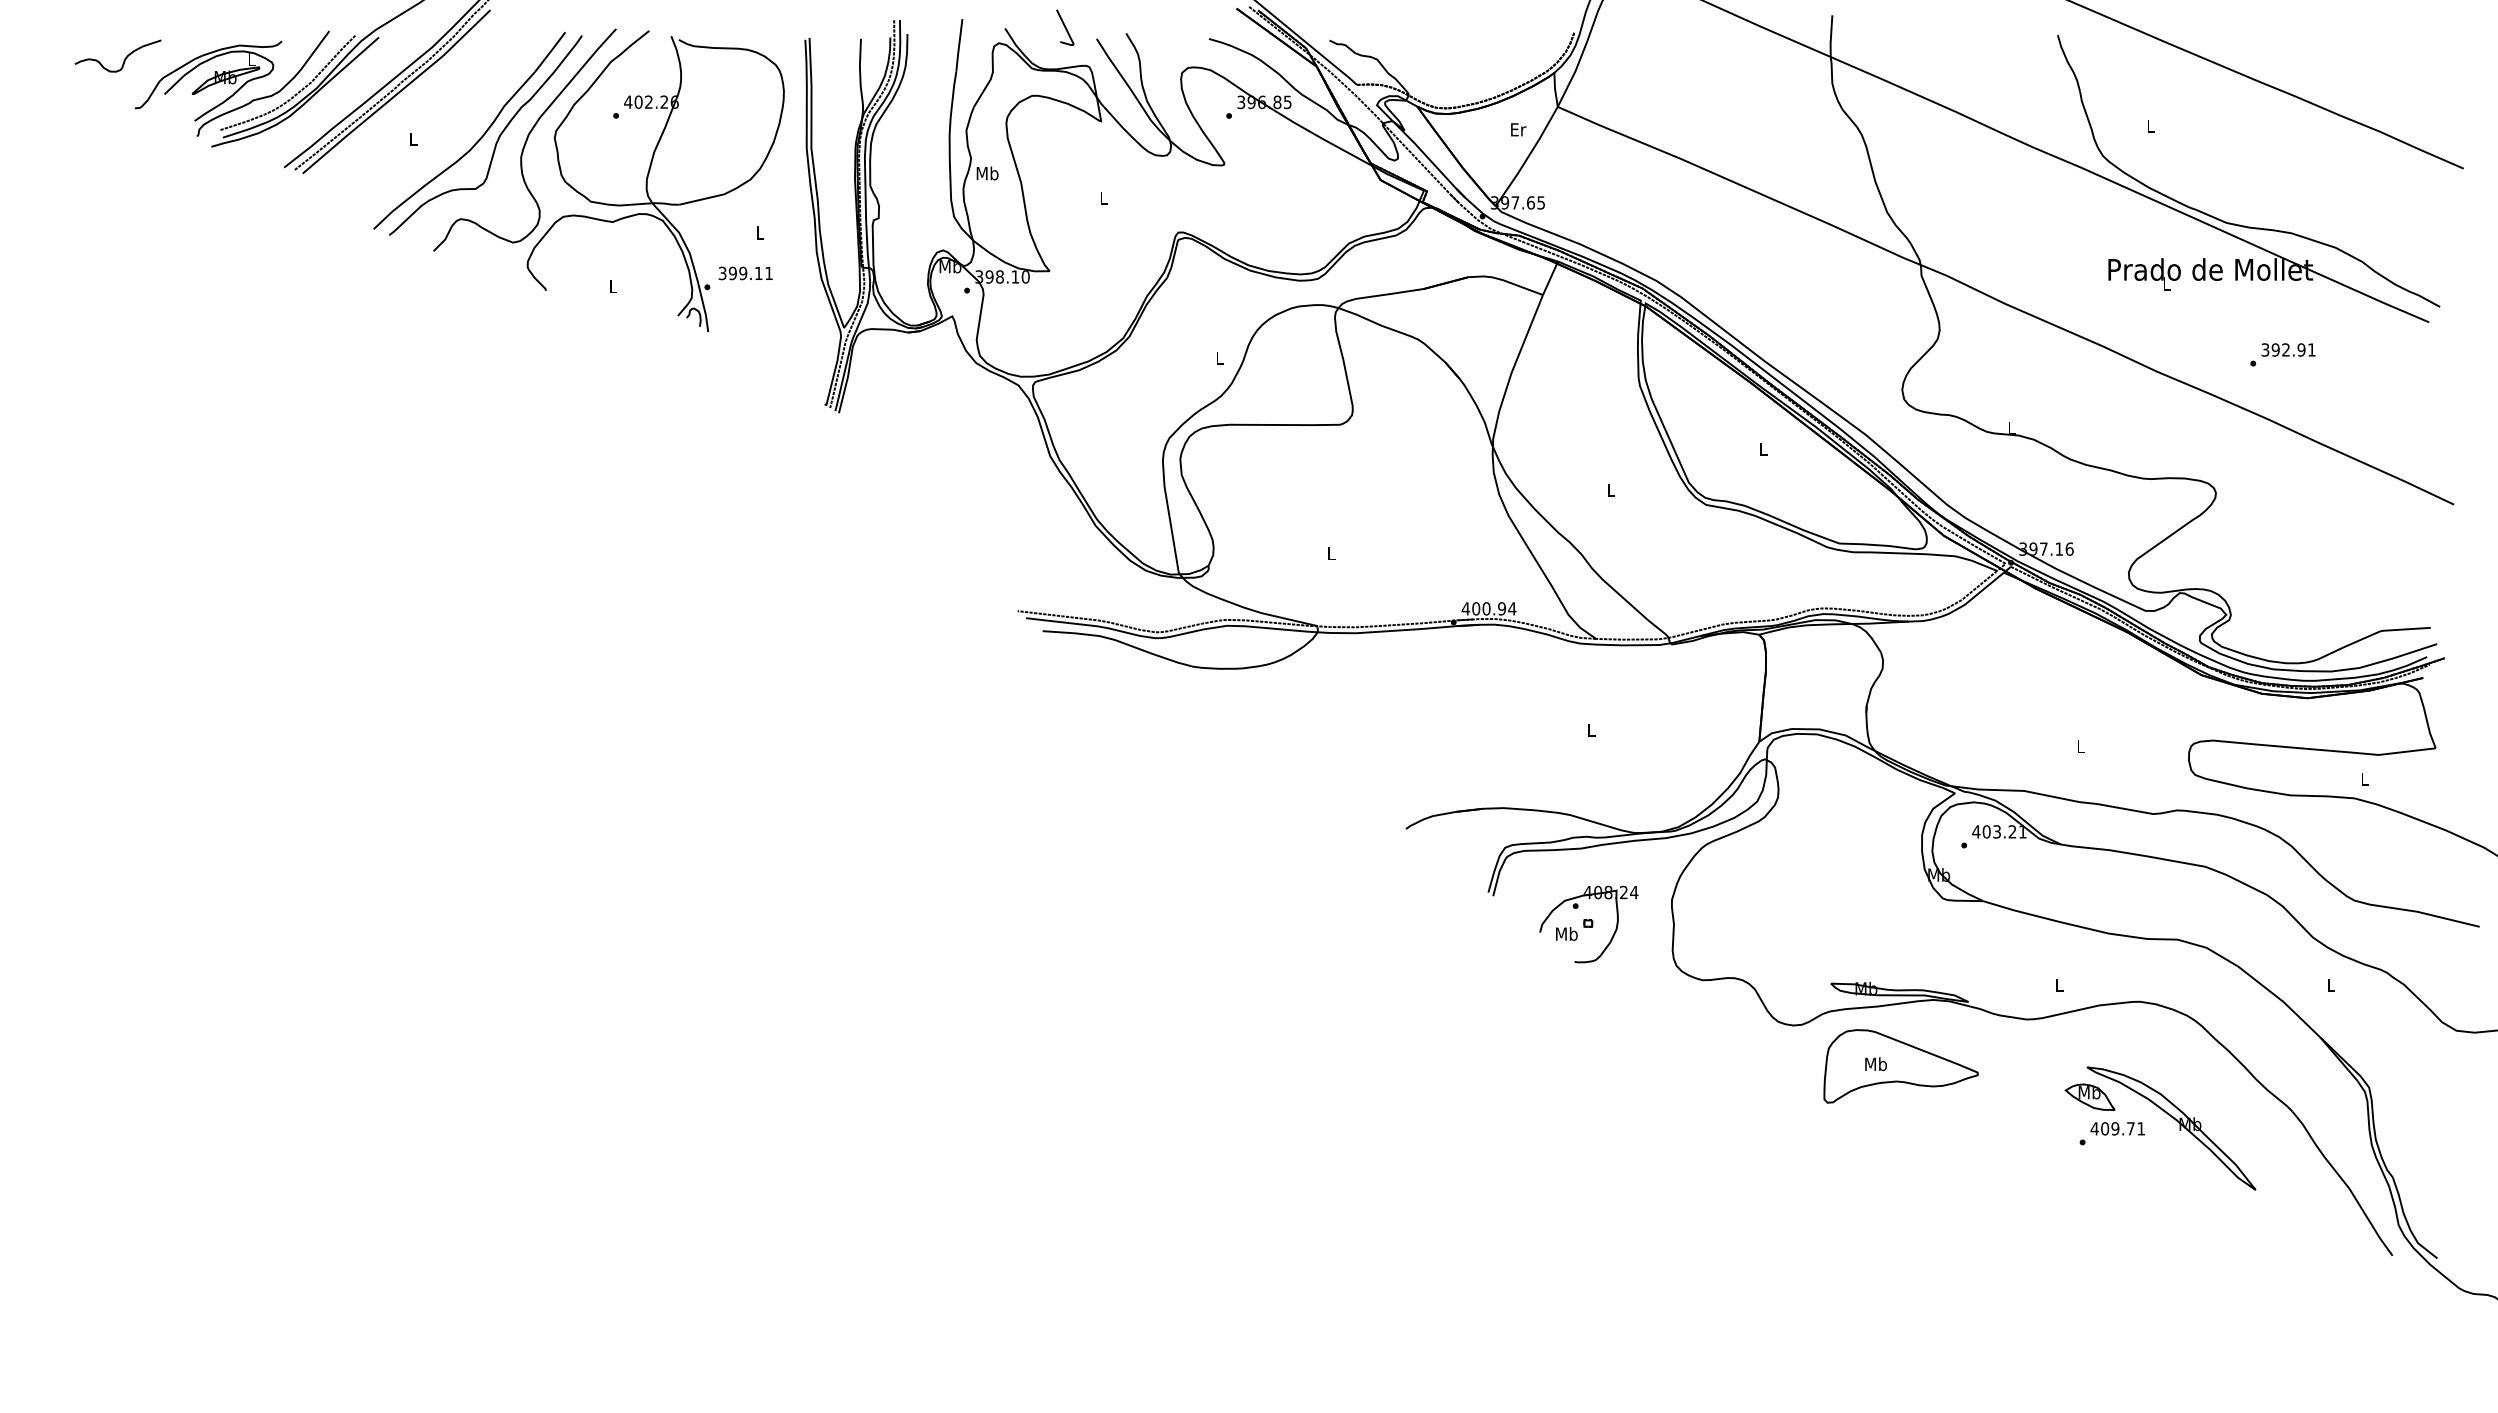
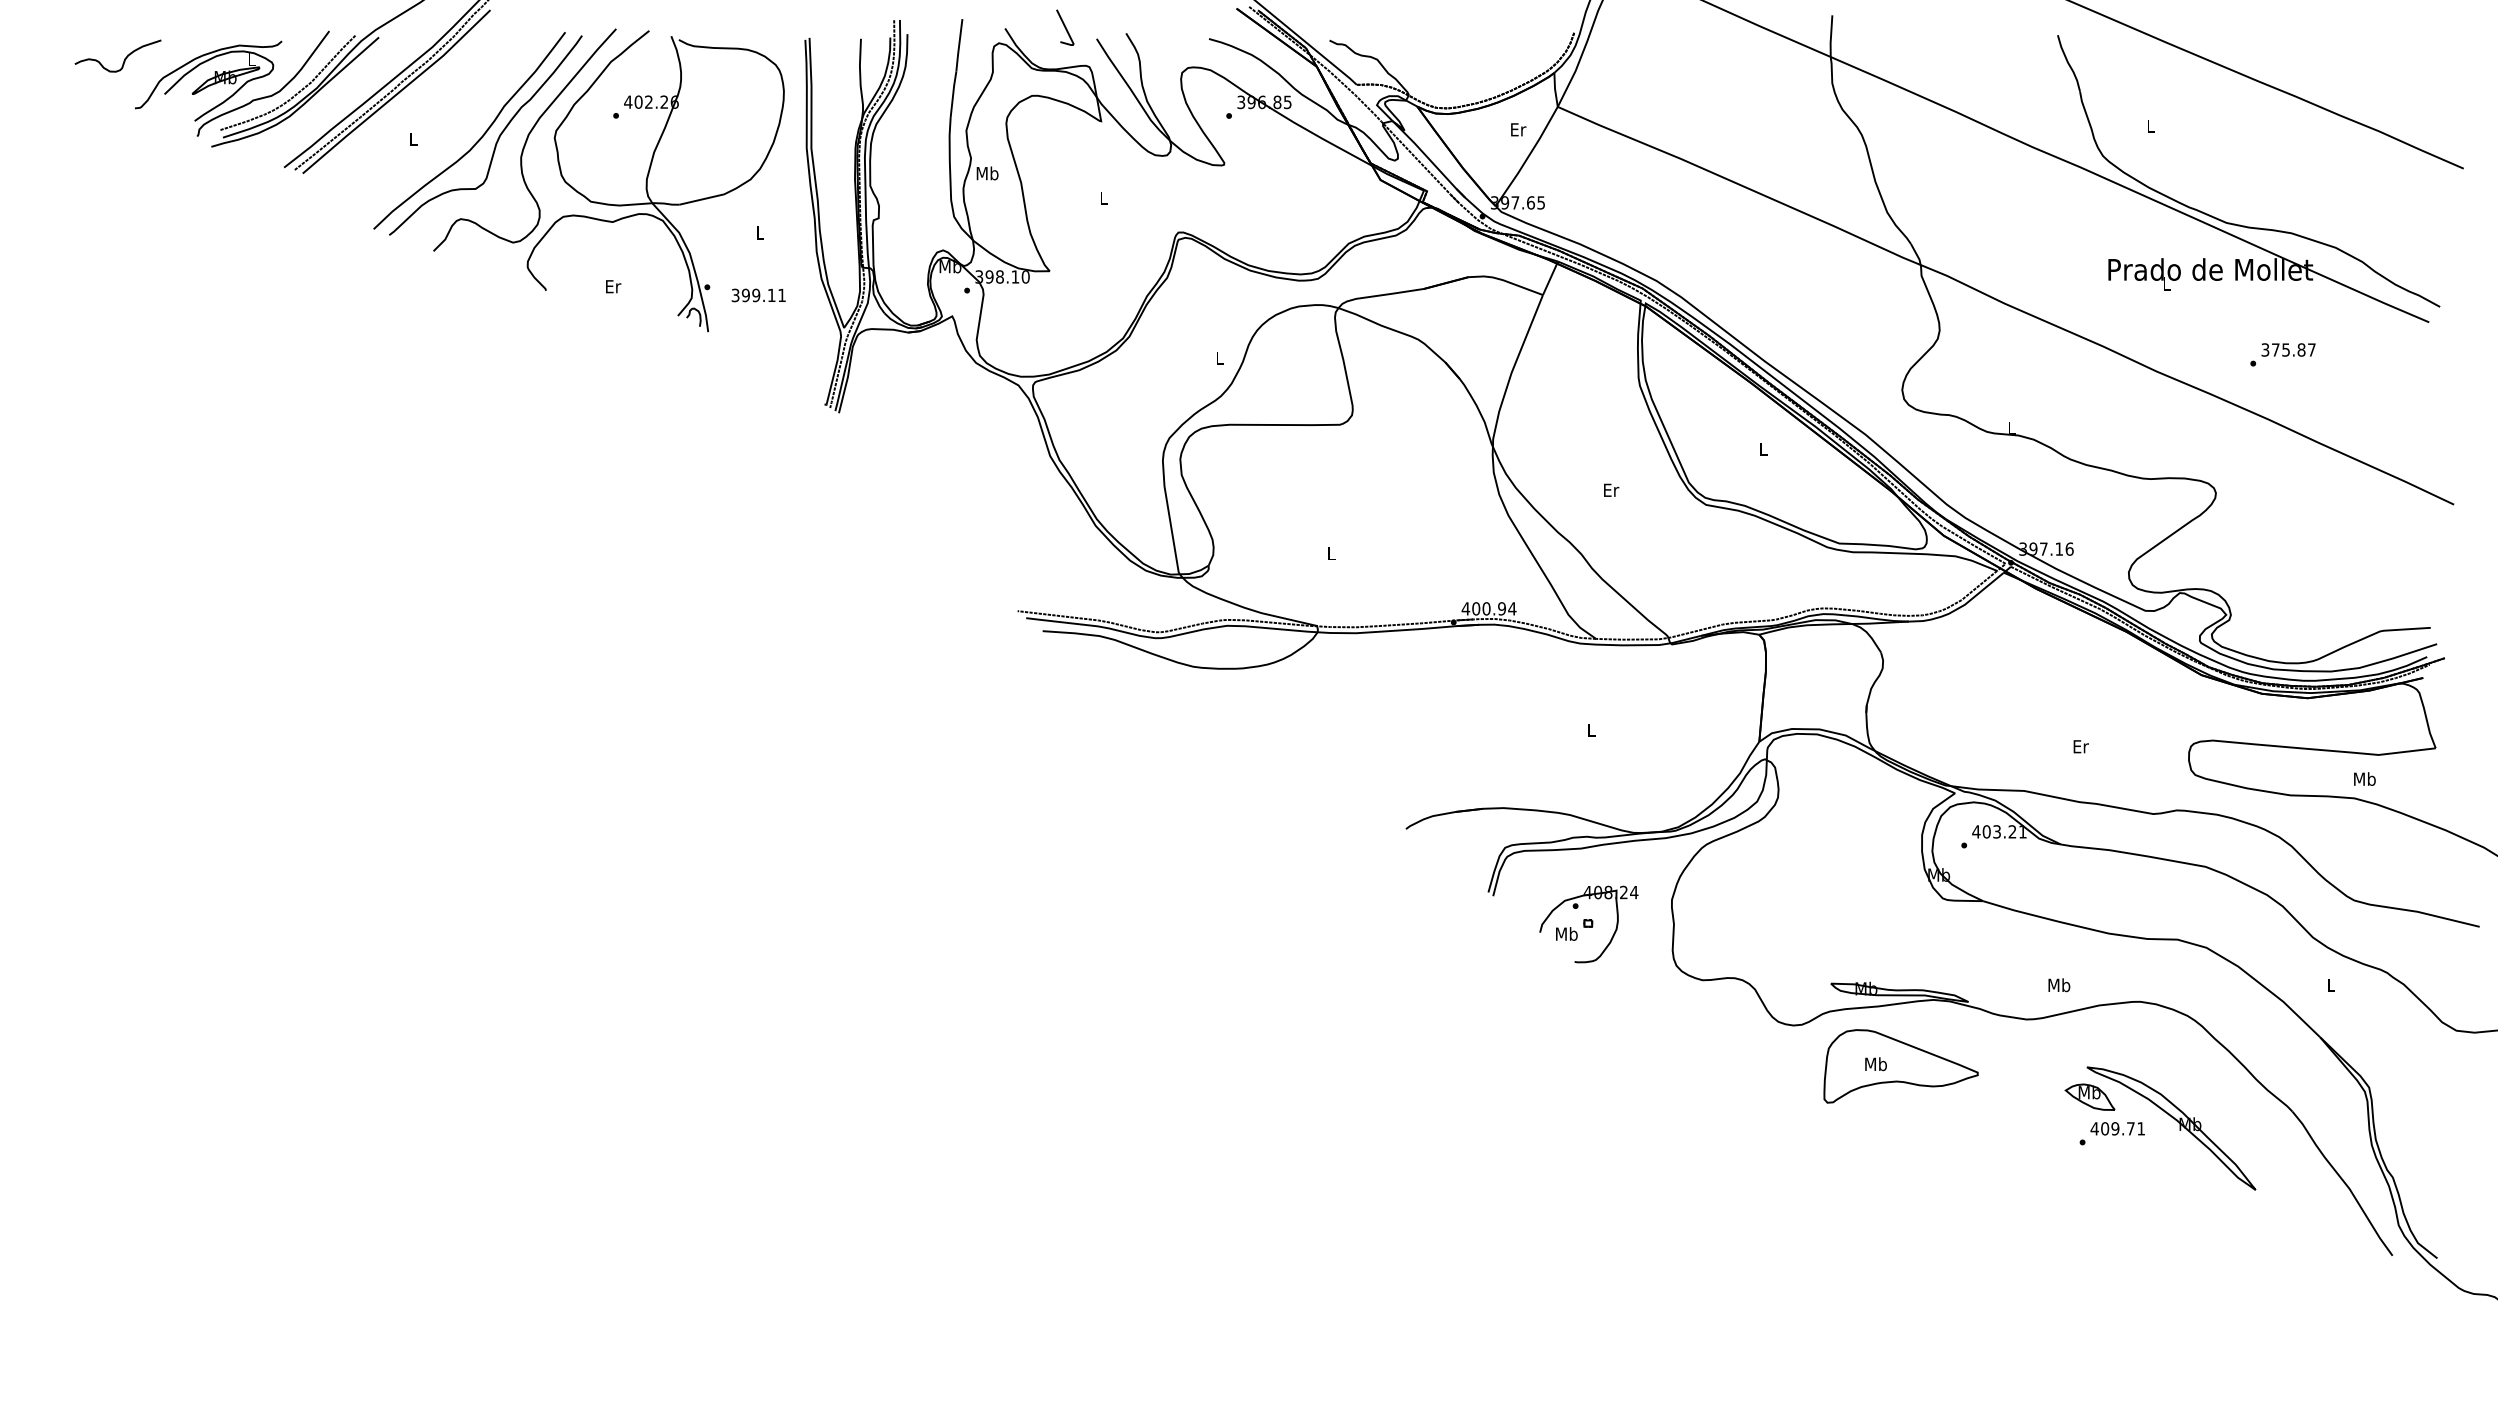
text at (745, 273) position: (745, 273) -> (758, 295)
text at (613, 286): L -> Er
text at (2293, 349): 392.91 -> 375.87
text at (1611, 489): L -> Er
text at (2080, 746): L -> Er
text at (2364, 778): L -> Mb
text at (2059, 985): L -> Mb
